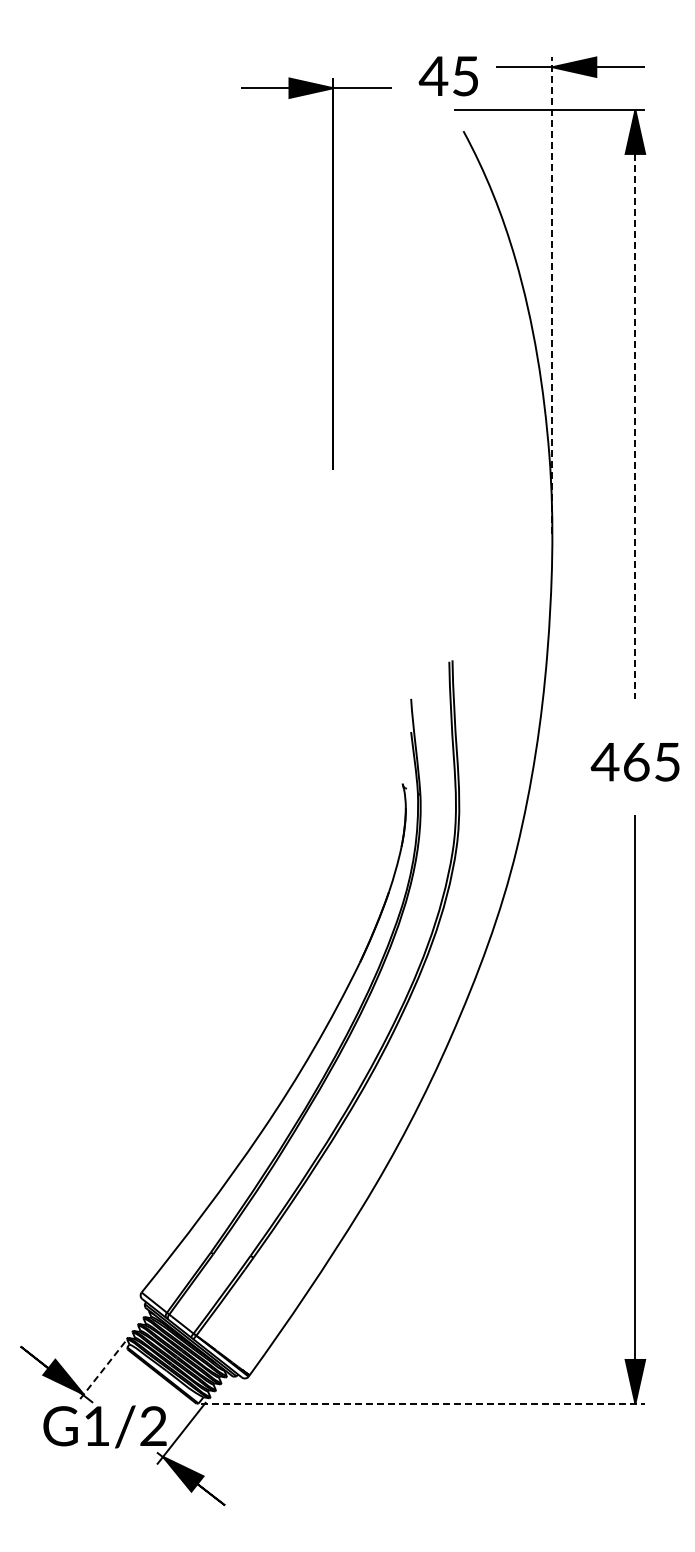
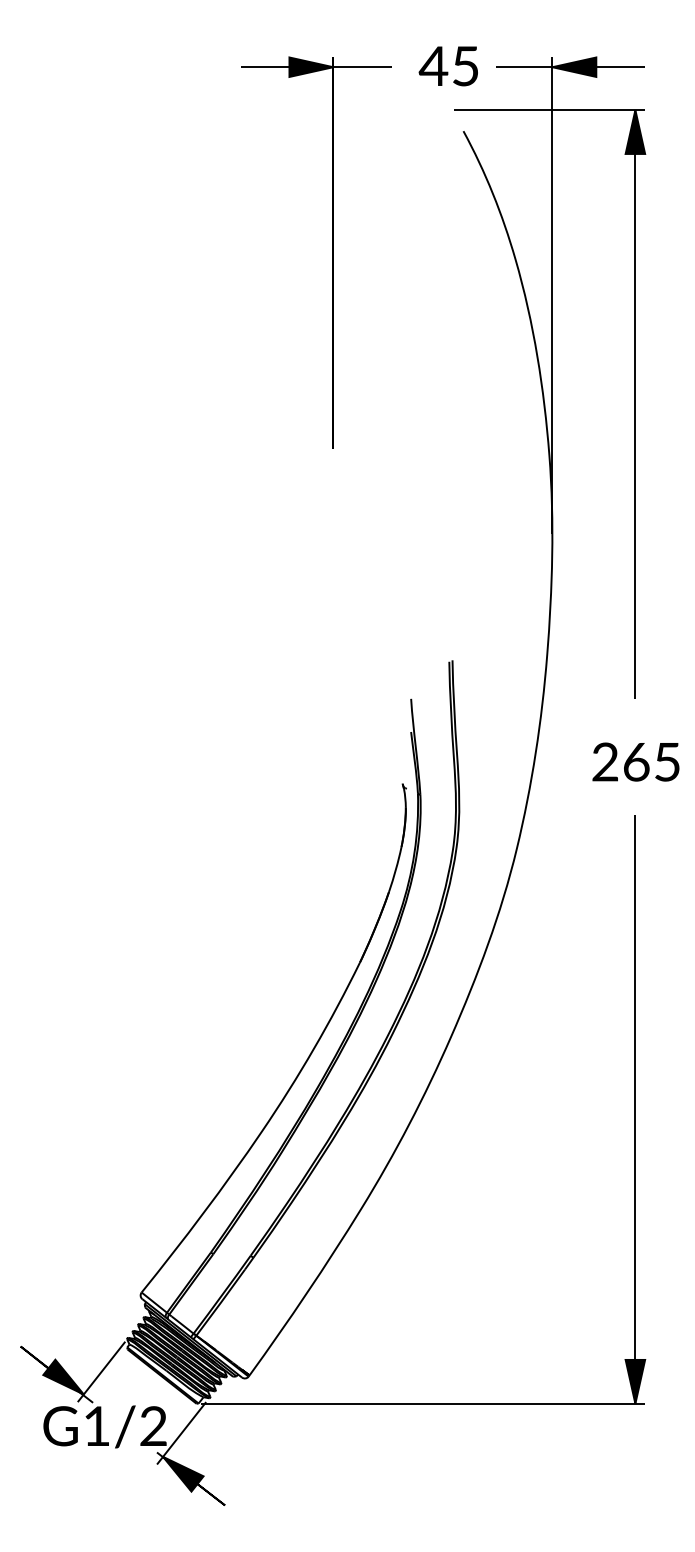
text at (447, 76) position: (447, 76) -> (447, 66)
part at (332, 273) position: (332, 273) -> (332, 252)
line at (552, 295): dashed -> solid
line at (635, 404): dashed -> solid
text at (604, 761): 465 -> 265
line at (101, 1372): dashed -> solid
line at (423, 1403): dashed -> solid
